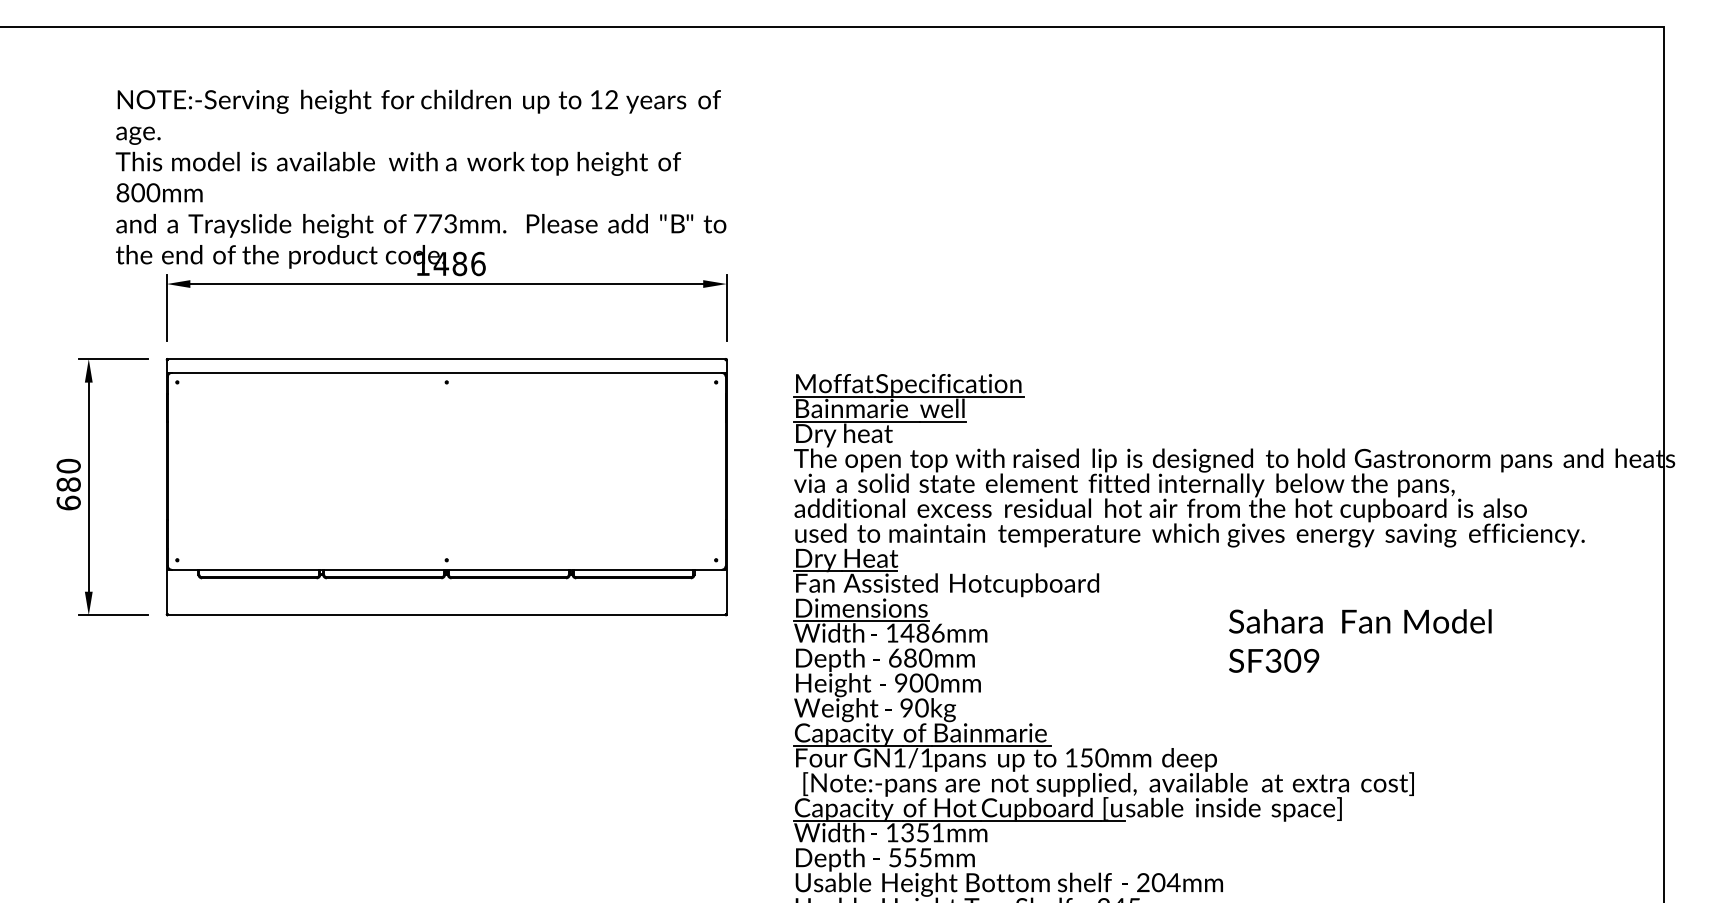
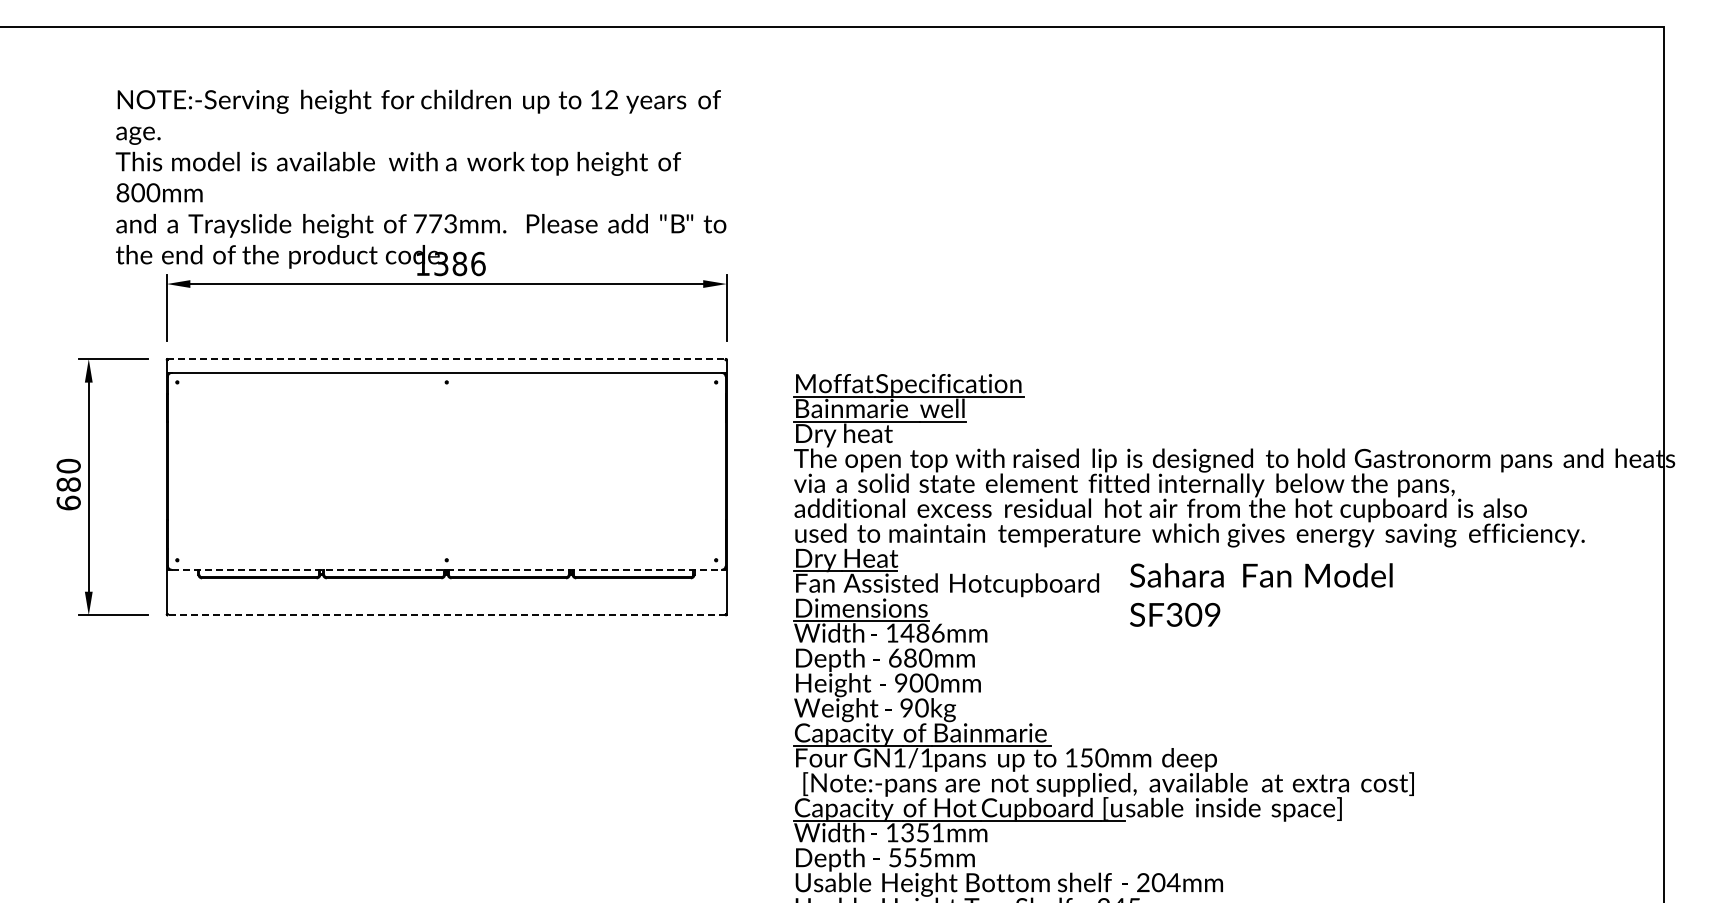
text at (440, 263): 1486 -> 1386
line at (447, 359): solid -> dashed
line at (447, 569): solid -> dashed
line at (446, 615): solid -> dashed
text at (1360, 640) position: (1360, 640) -> (1261, 594)
